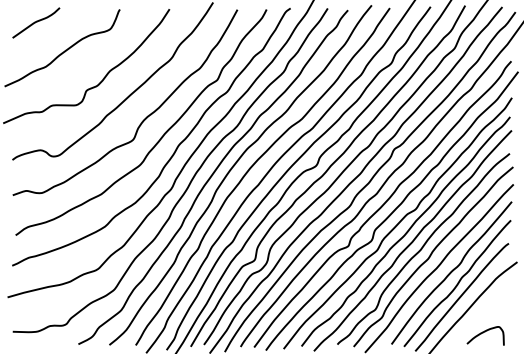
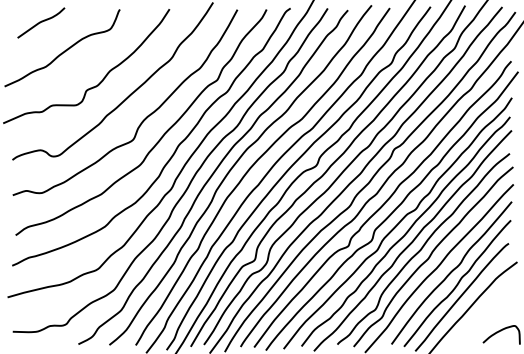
curve at (36, 22) position: (36, 22) -> (41, 22)
curve at (483, 333) position: (483, 333) -> (499, 332)
